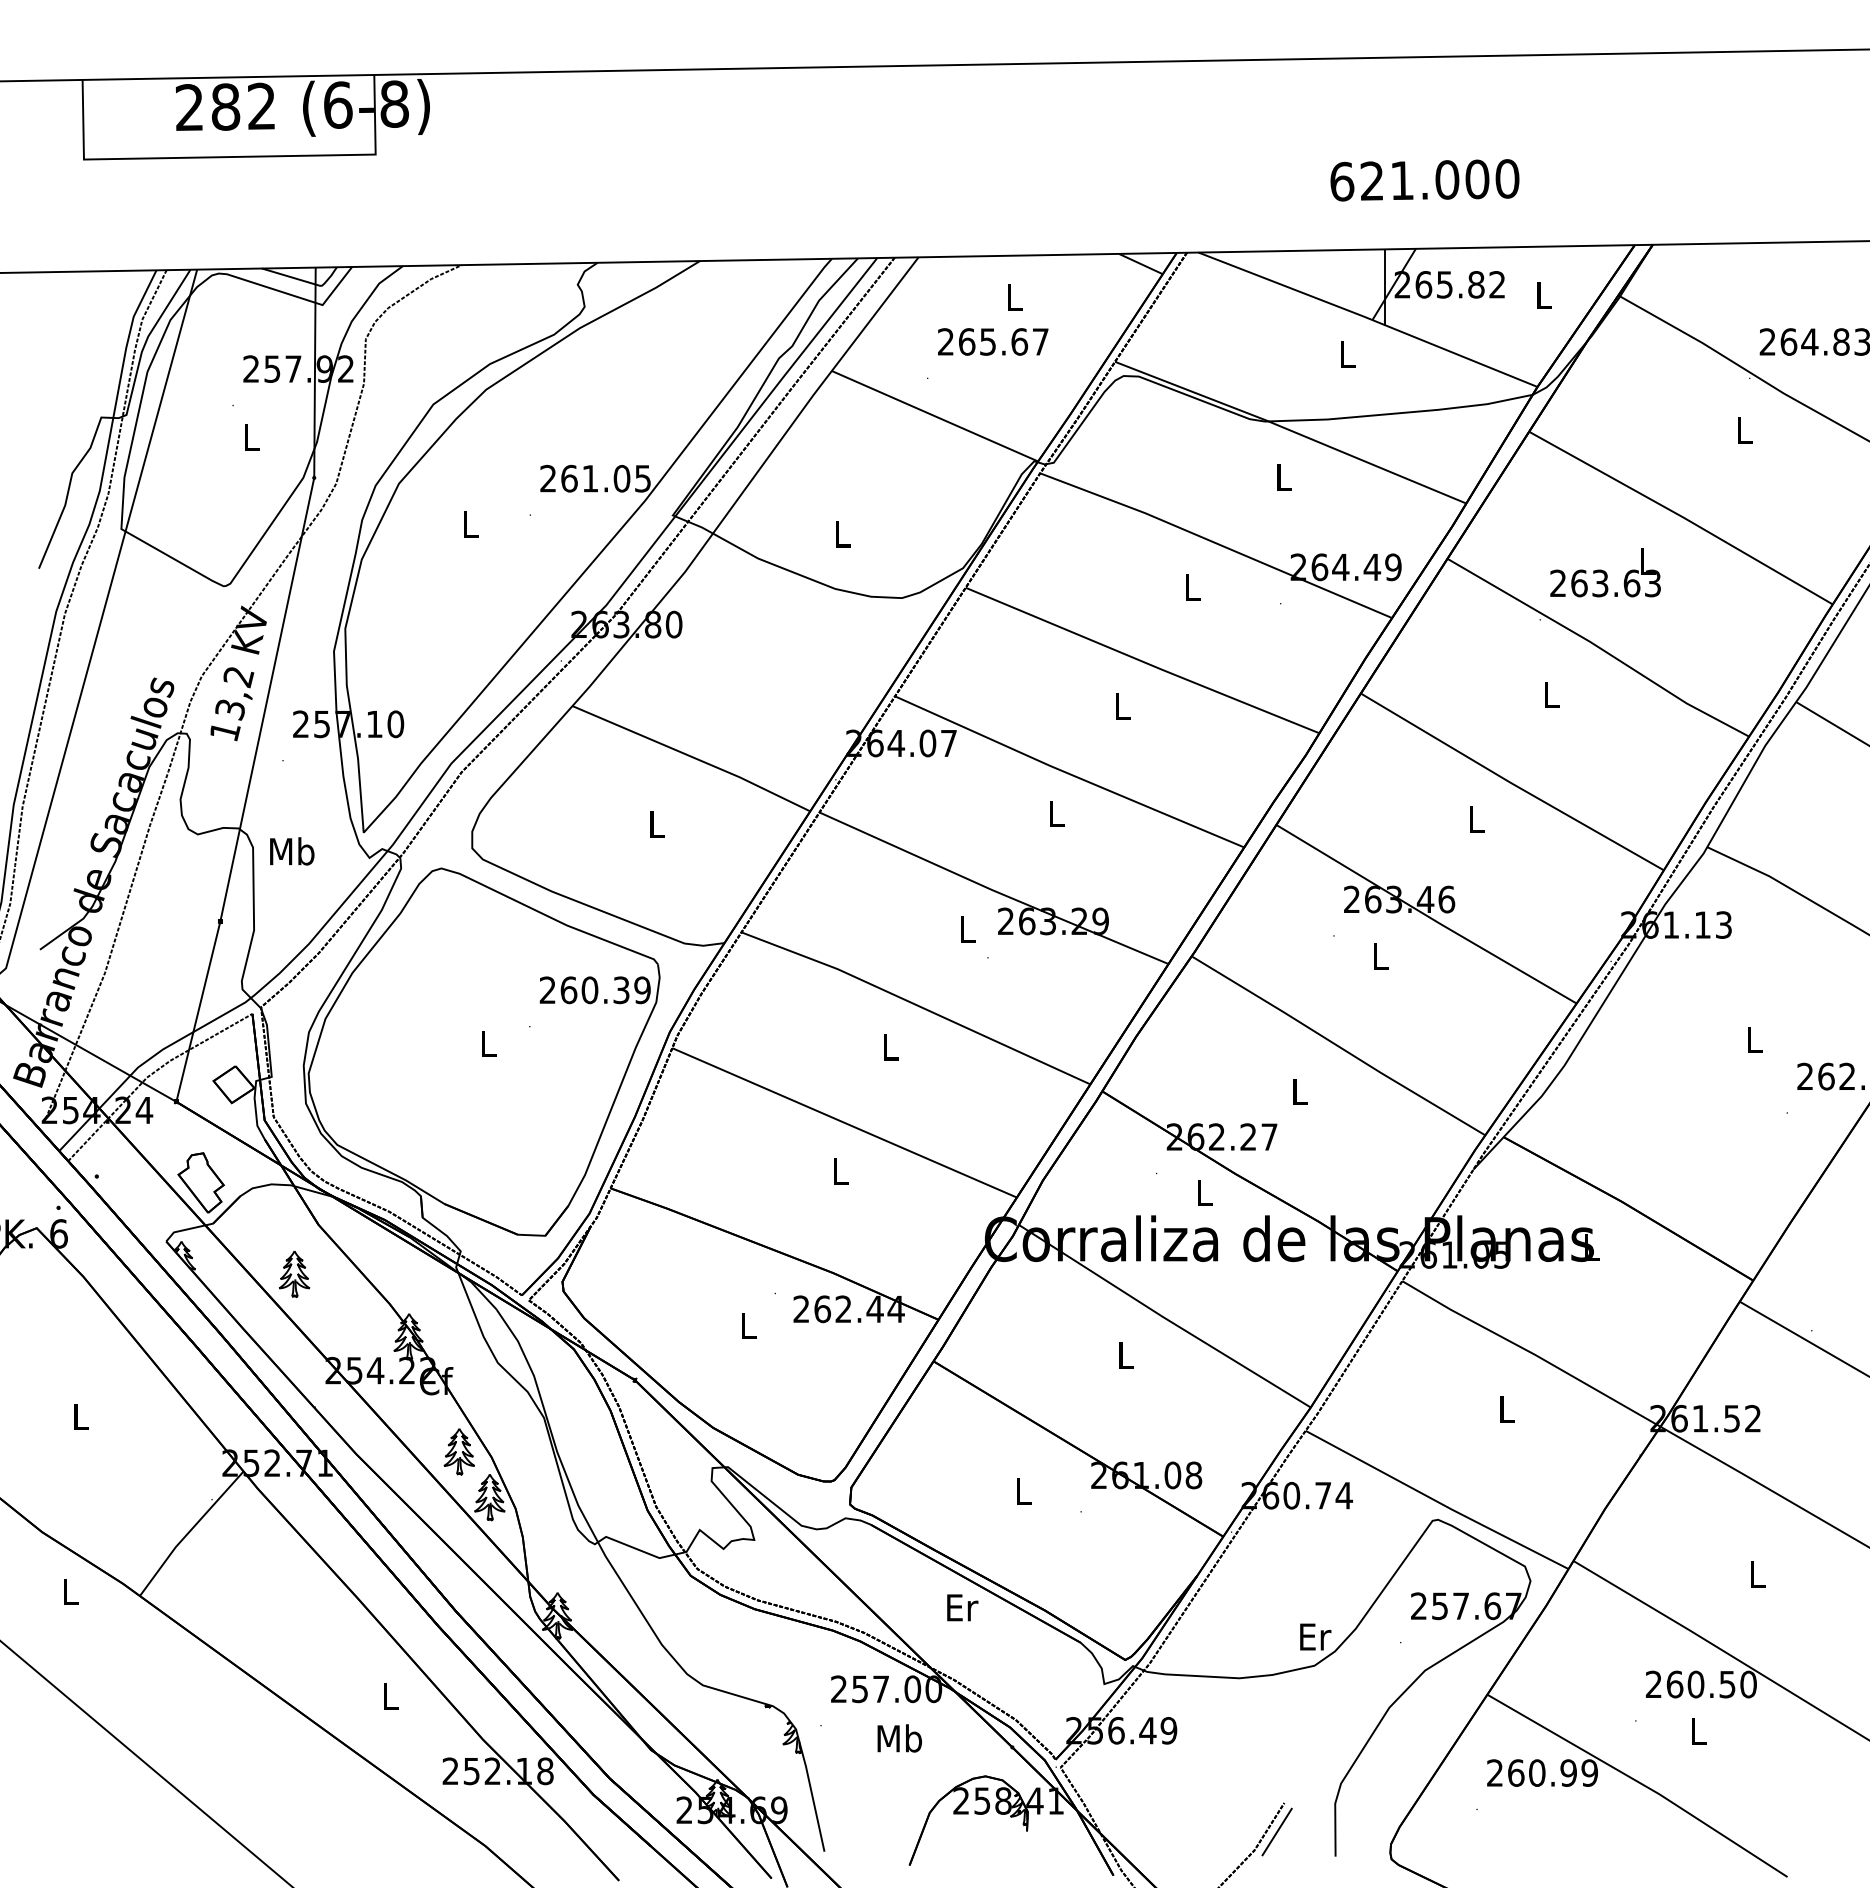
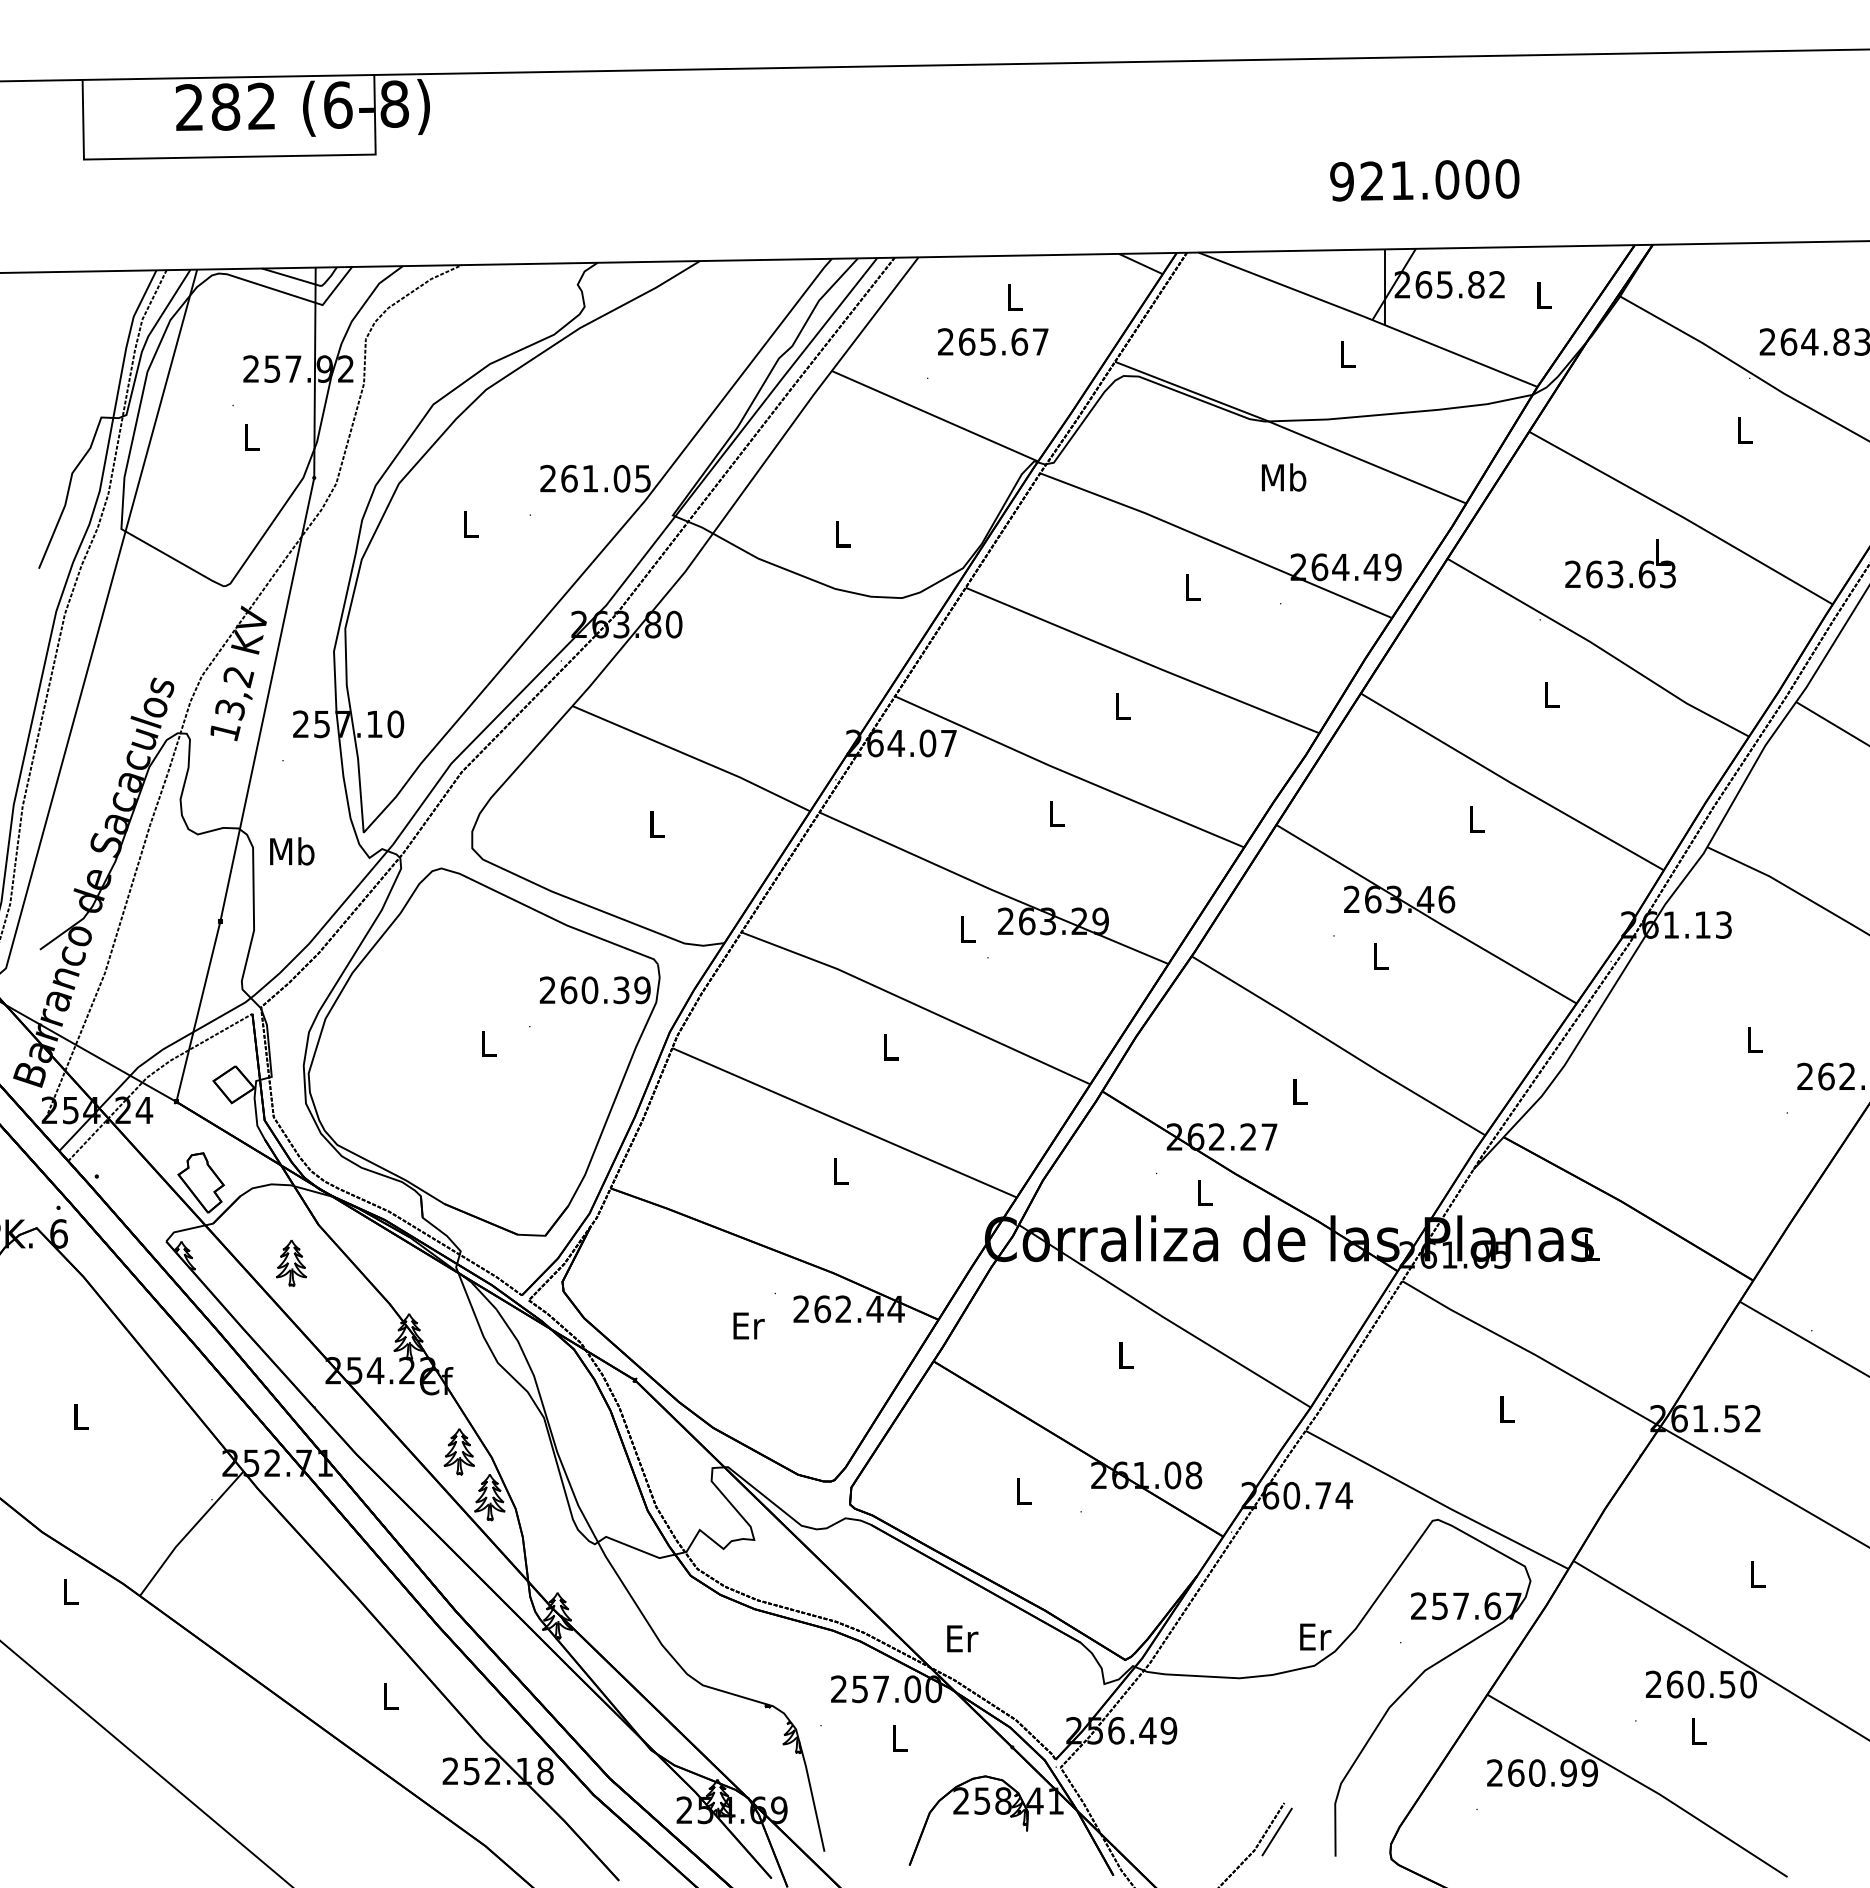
text at (1342, 181): 621.000 -> 921.000
text at (1283, 477): L -> Mb
text at (1605, 572) position: (1605, 572) -> (1620, 563)
part at (294, 1274) position: (294, 1274) -> (291, 1263)
text at (748, 1325): L -> Er
text at (962, 1607) position: (962, 1607) -> (962, 1638)
text at (899, 1738): Mb -> L
